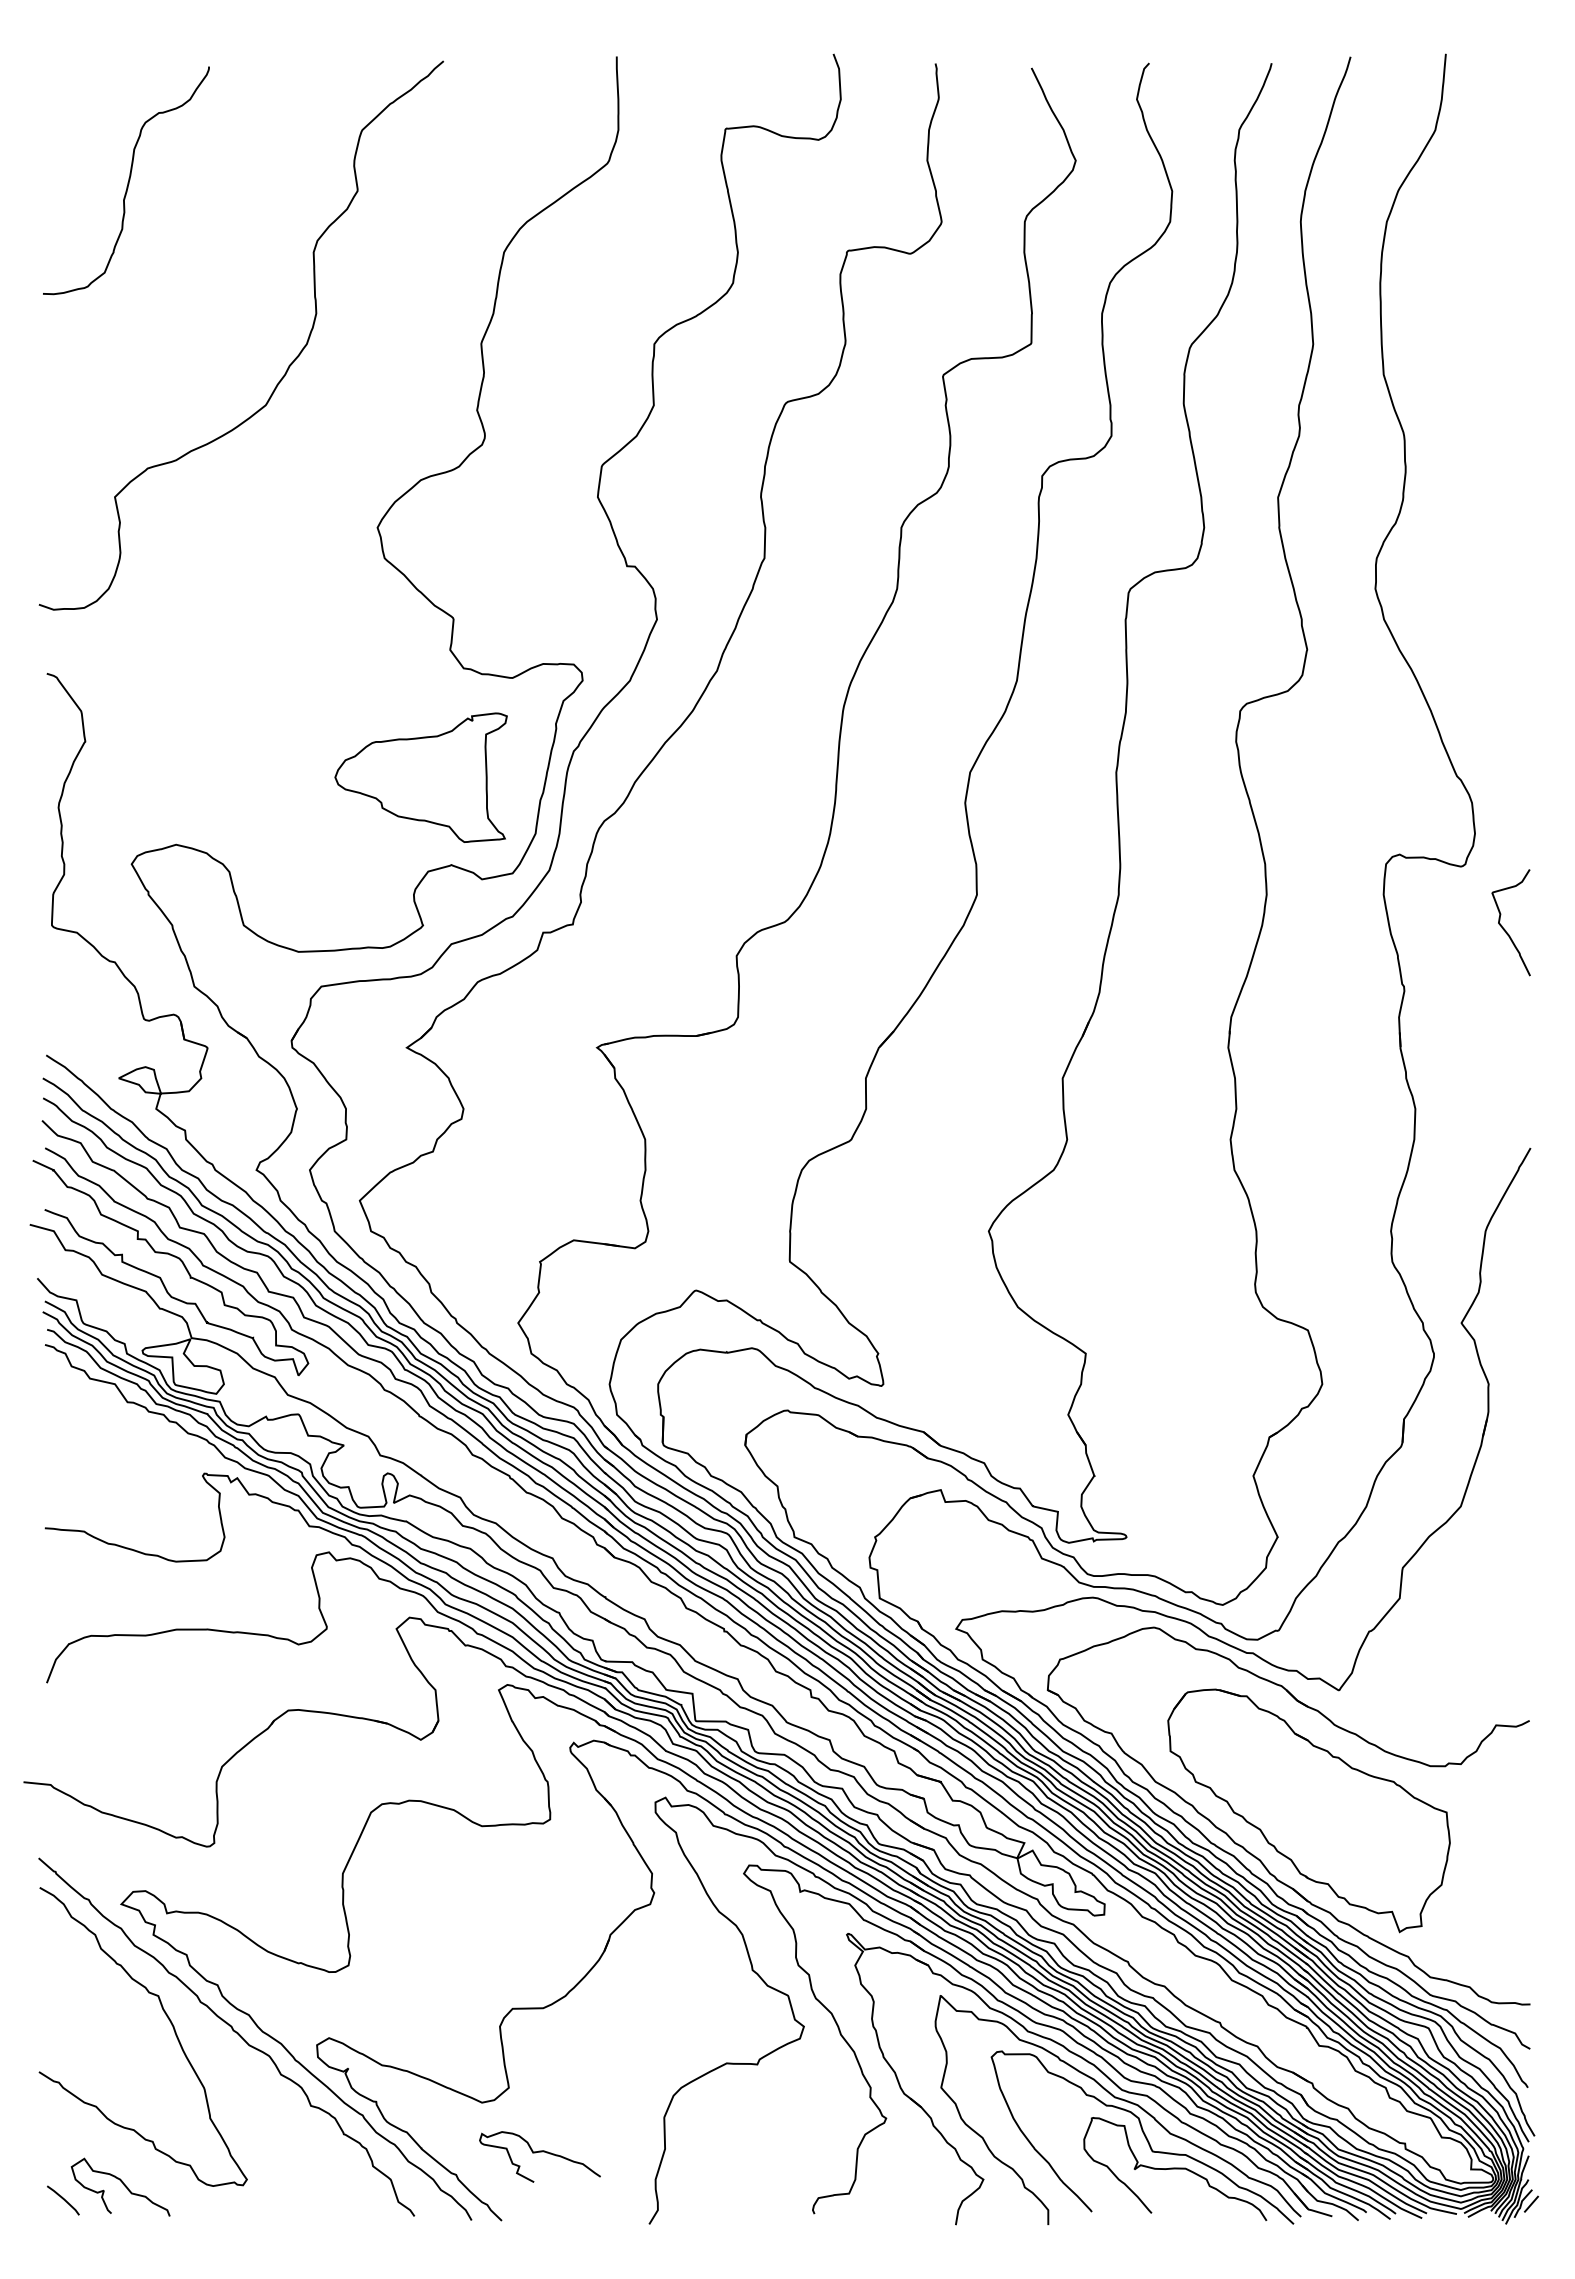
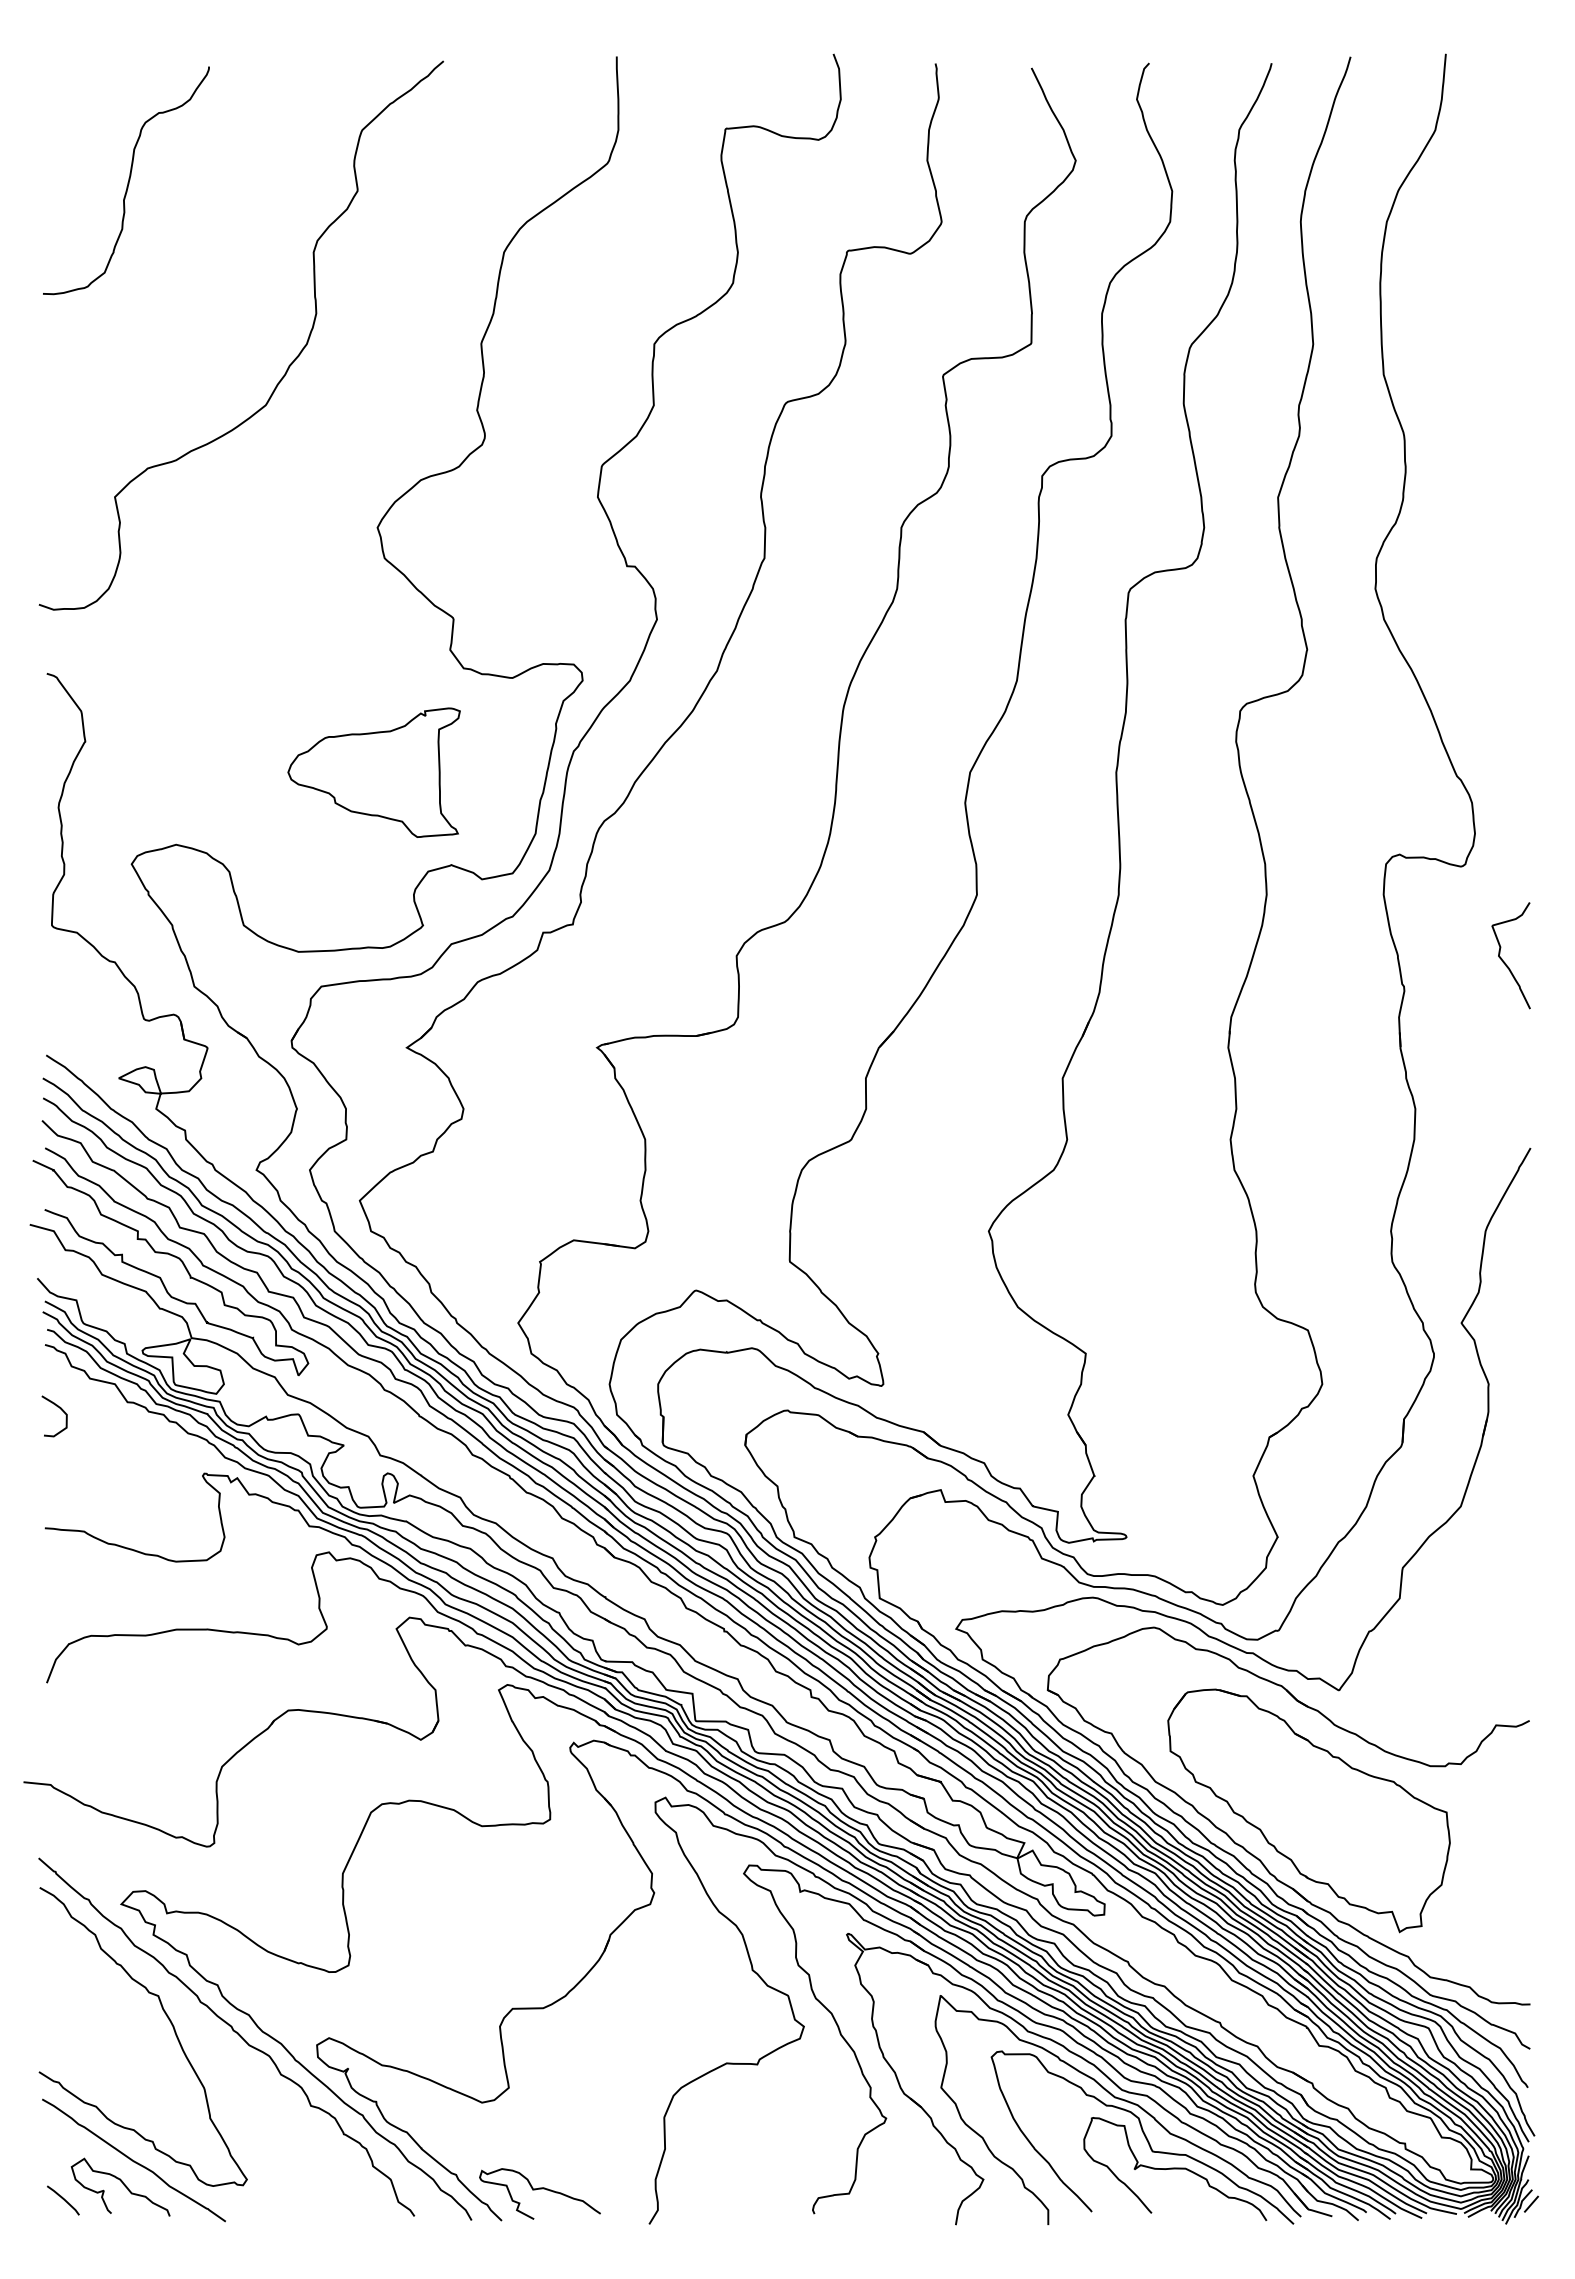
part at (420, 777) position: (420, 777) -> (373, 772)
curve at (1504, 928) position: (1504, 928) -> (1504, 961)
curve at (60, 1409): none -> present
curve at (539, 2152) position: (539, 2152) -> (539, 2189)
curve at (133, 2160): none -> present
